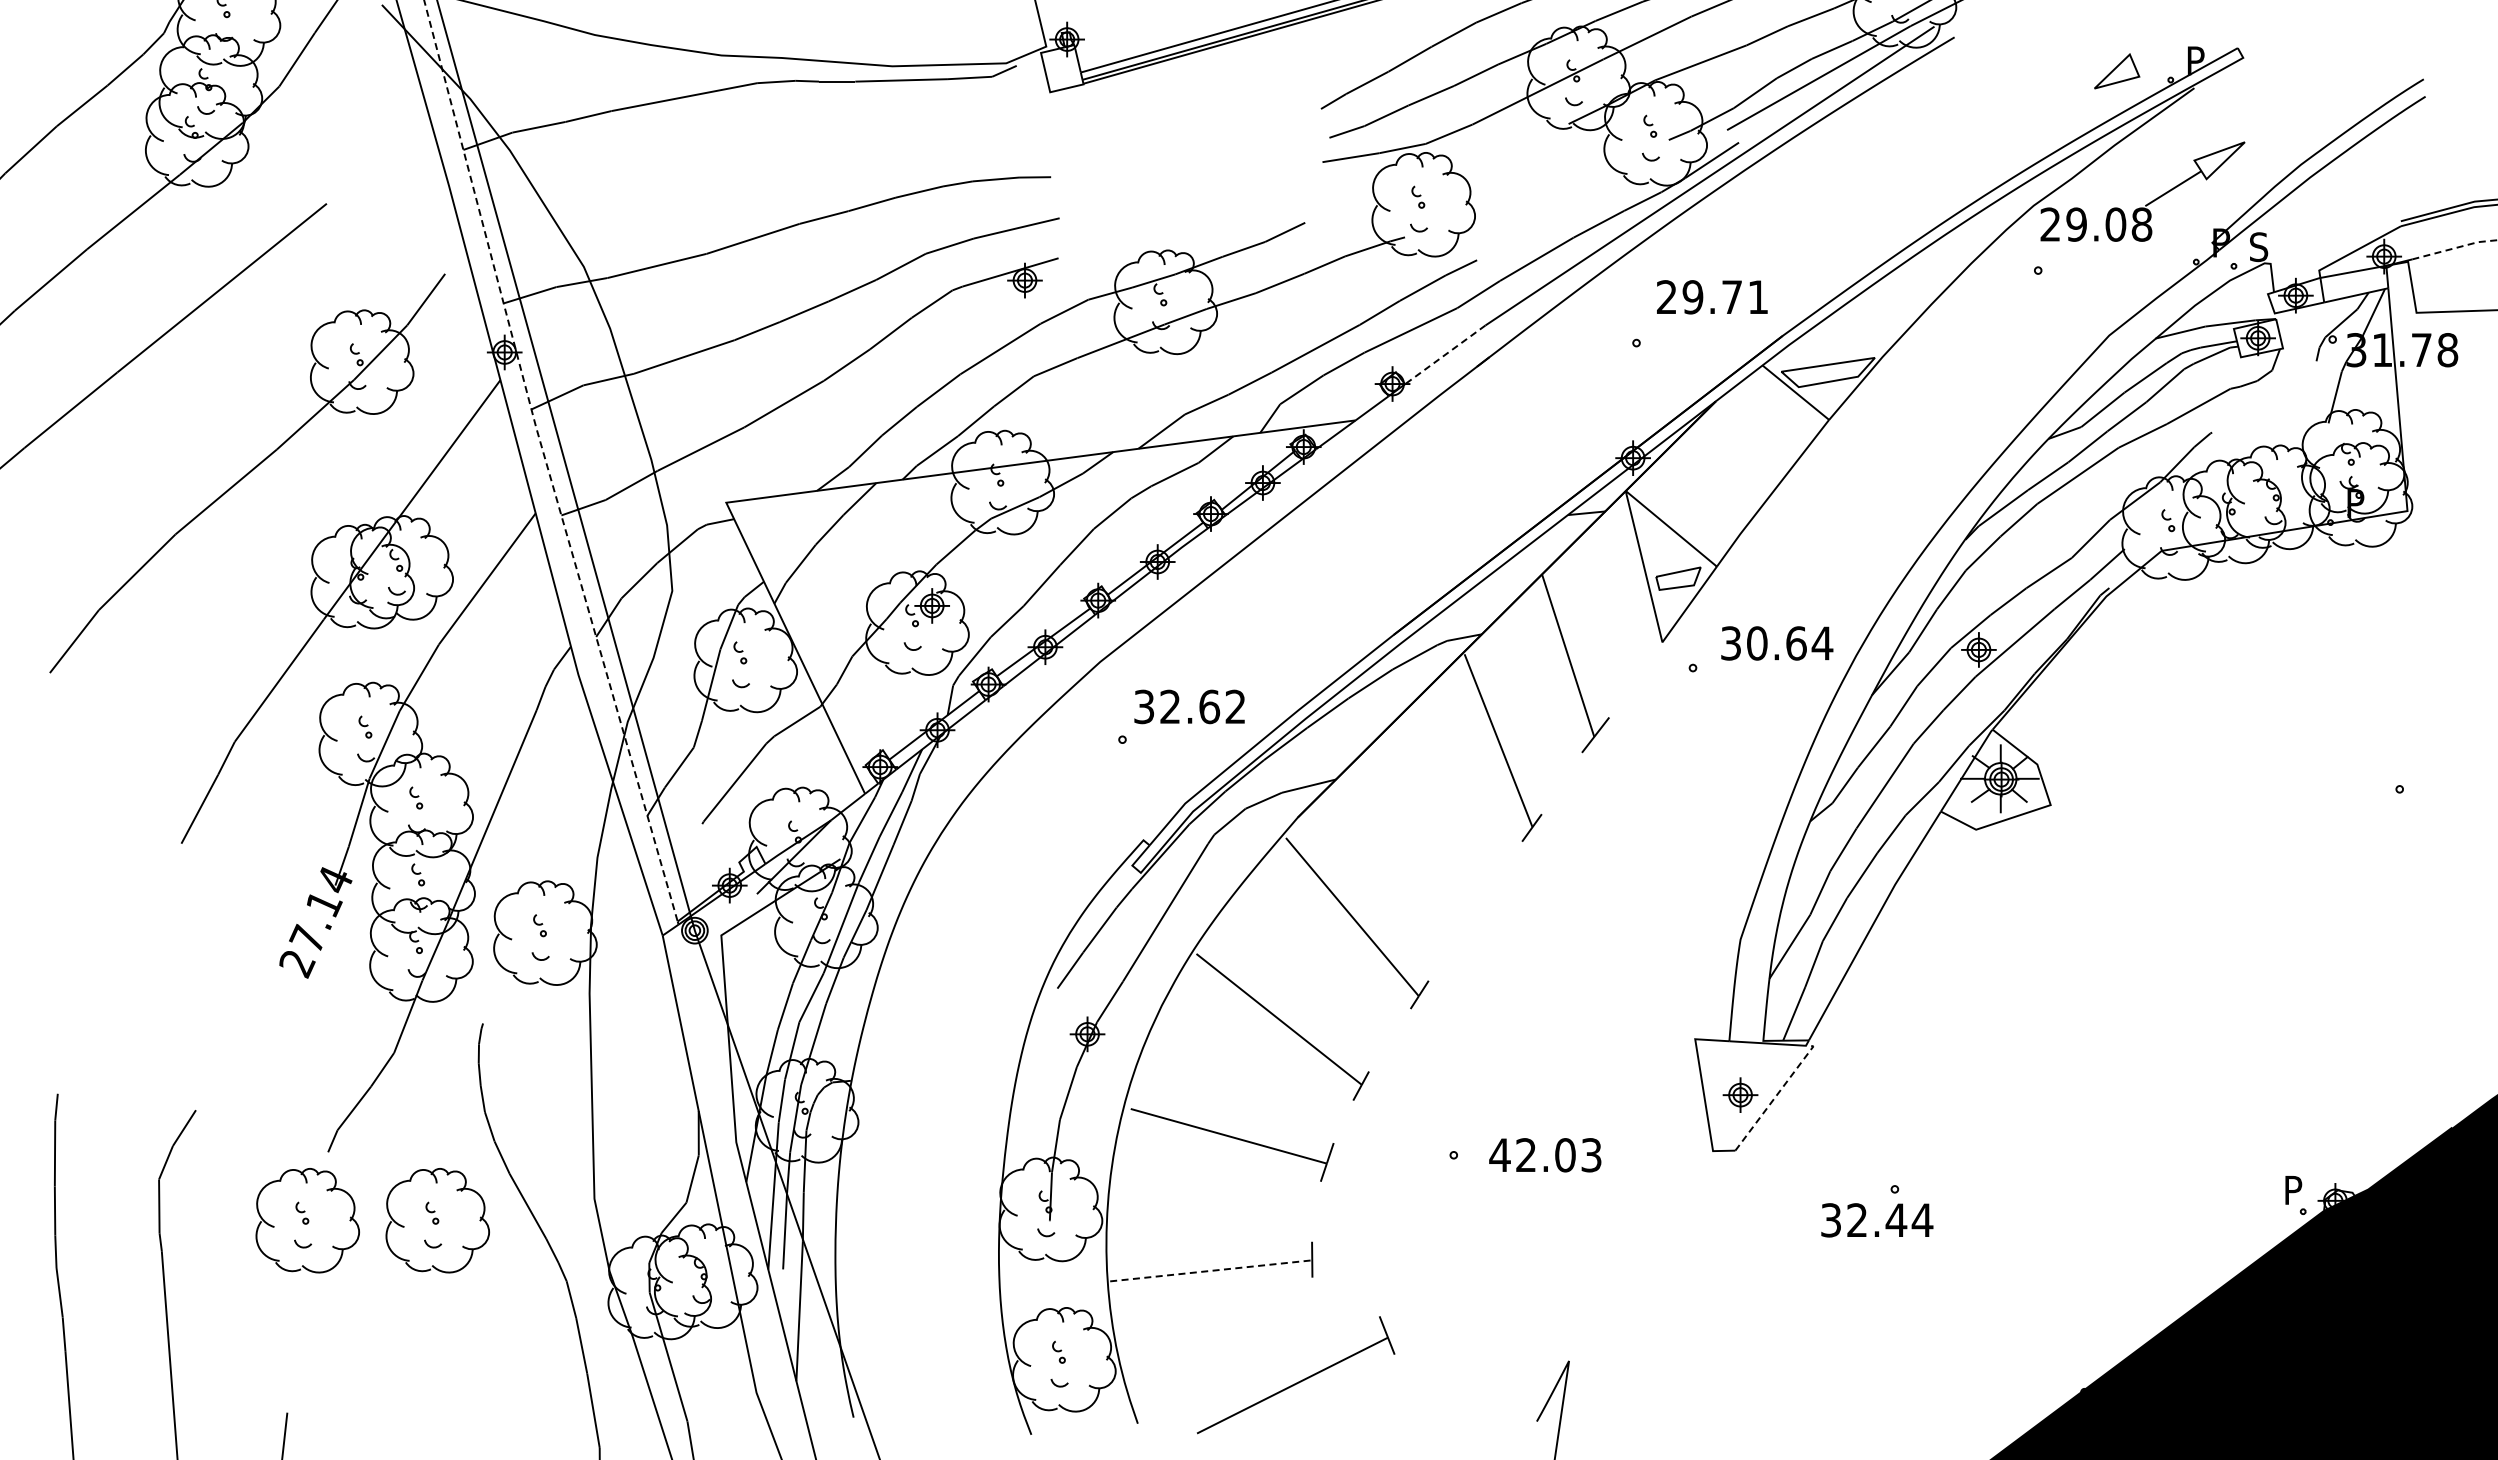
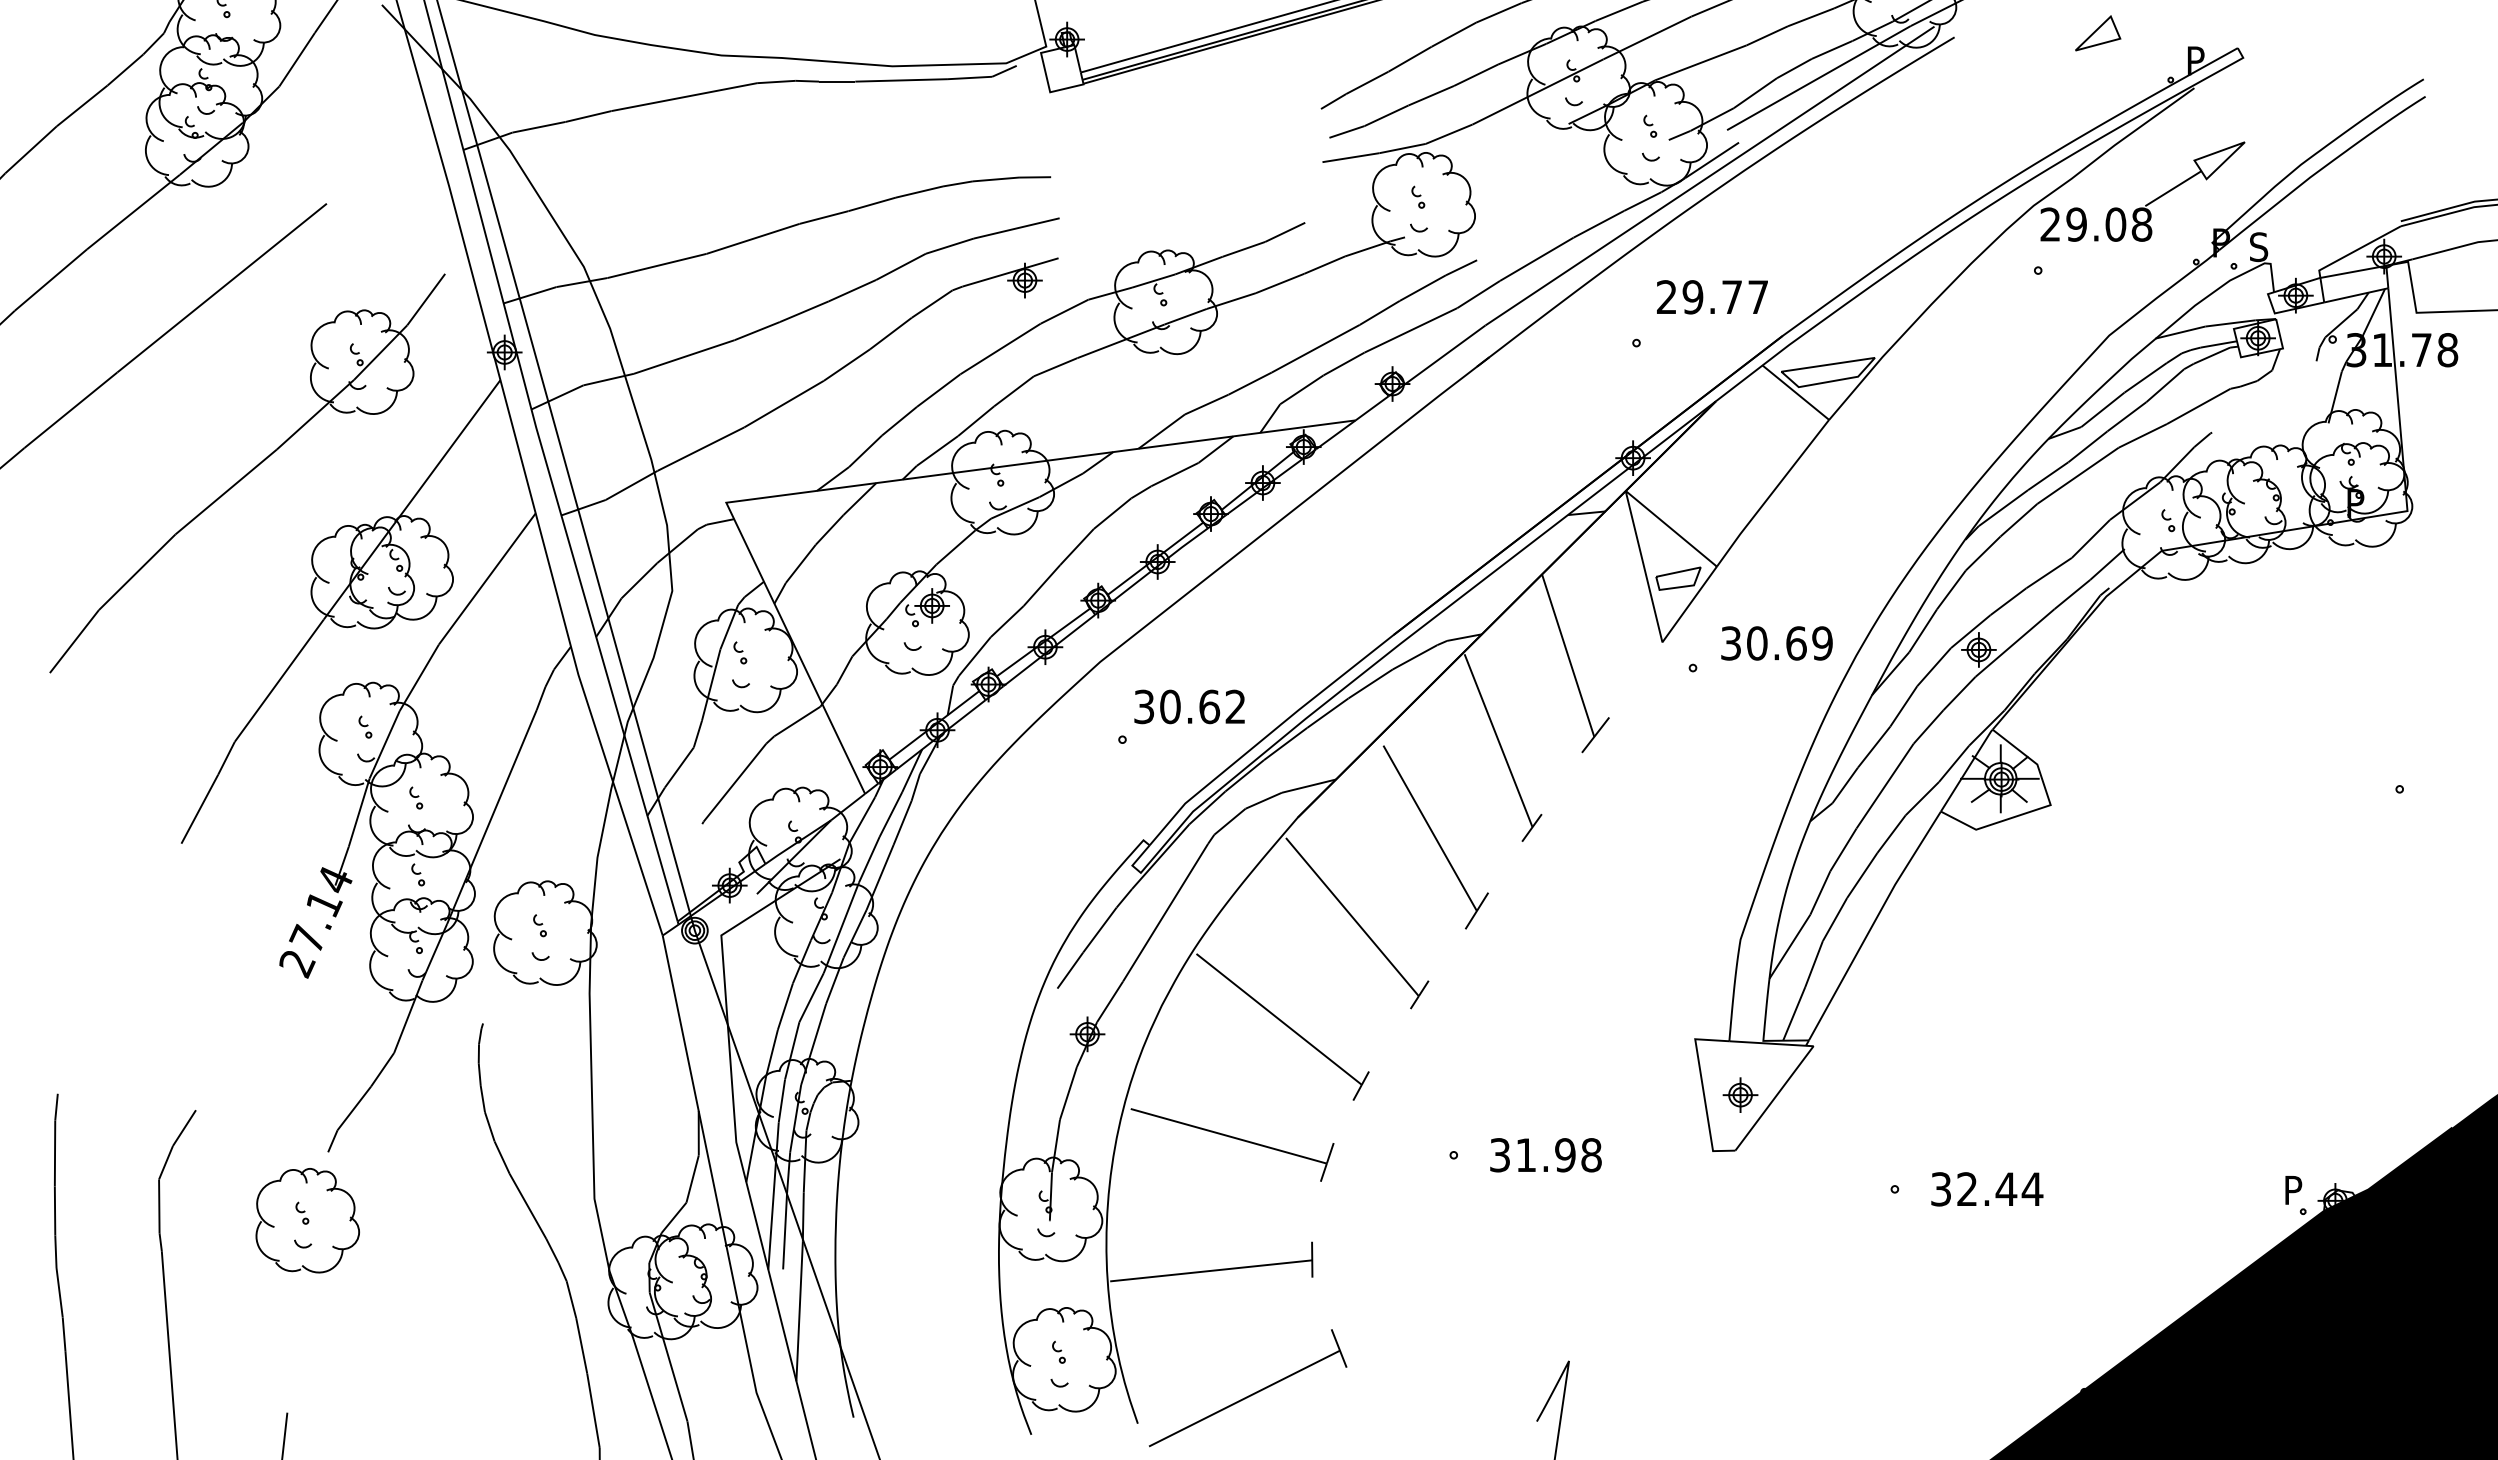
part at (2117, 71) position: (2117, 71) -> (2098, 33)
line at (2455, 247): dashed -> solid
text at (1757, 296): 29.71 -> 29.77
line at (1445, 354): dashed -> solid
line at (546, 462): dashed -> solid
text at (1822, 643): 30.64 -> 30.69
text at (1170, 706): 32.62 -> 30.62
part at (1435, 837): none -> present
line at (1777, 1094): dashed -> solid
text at (1545, 1155): 42.03 -> 31.98
part at (437, 1220): present -> none
text at (1877, 1220) position: (1877, 1220) -> (1987, 1189)
line at (1211, 1270): dashed -> solid
part at (1298, 1381) position: (1298, 1381) -> (1250, 1394)
